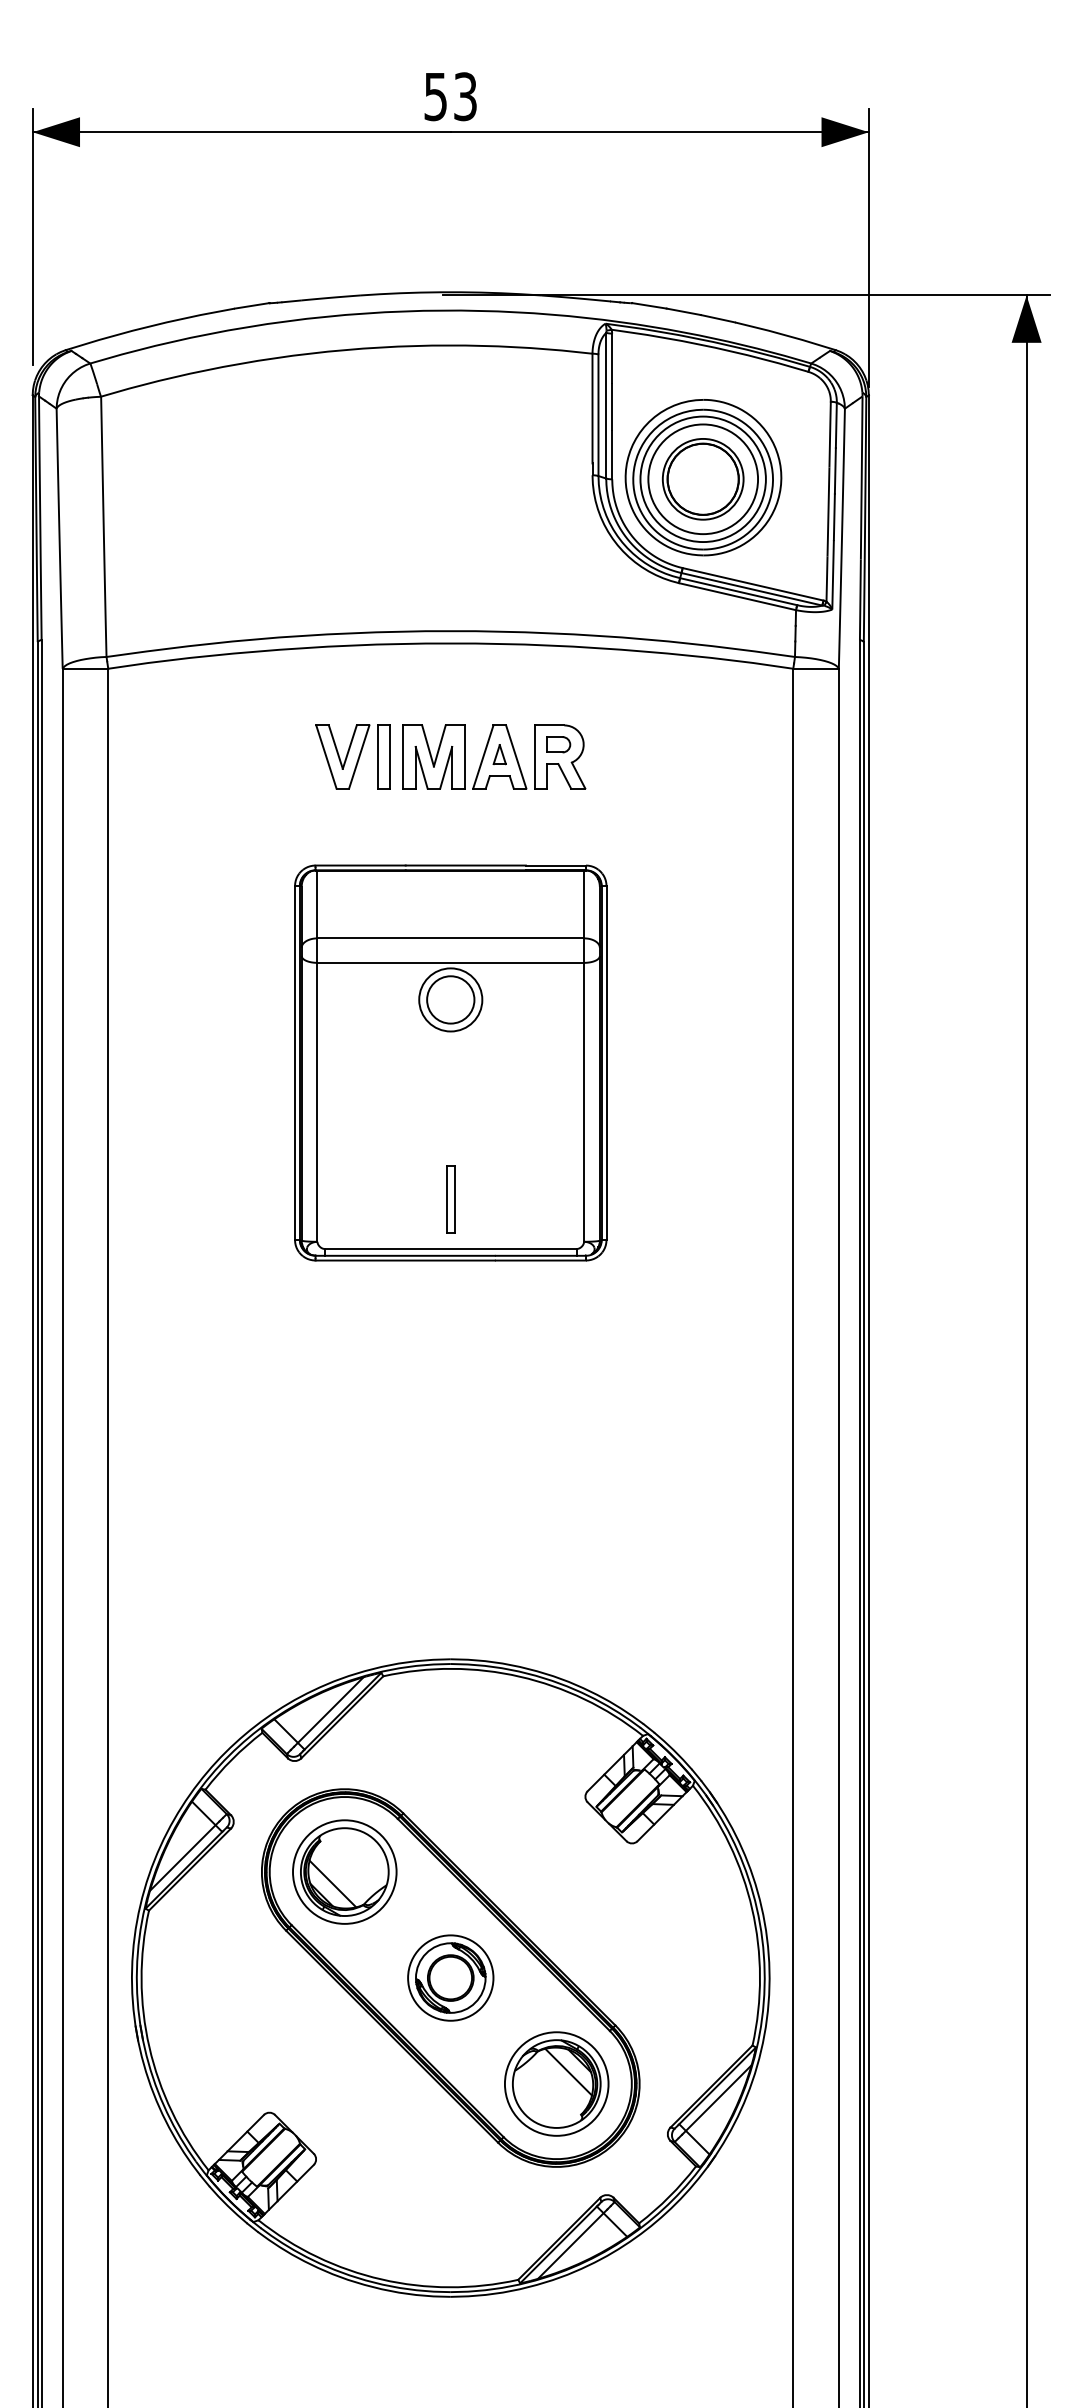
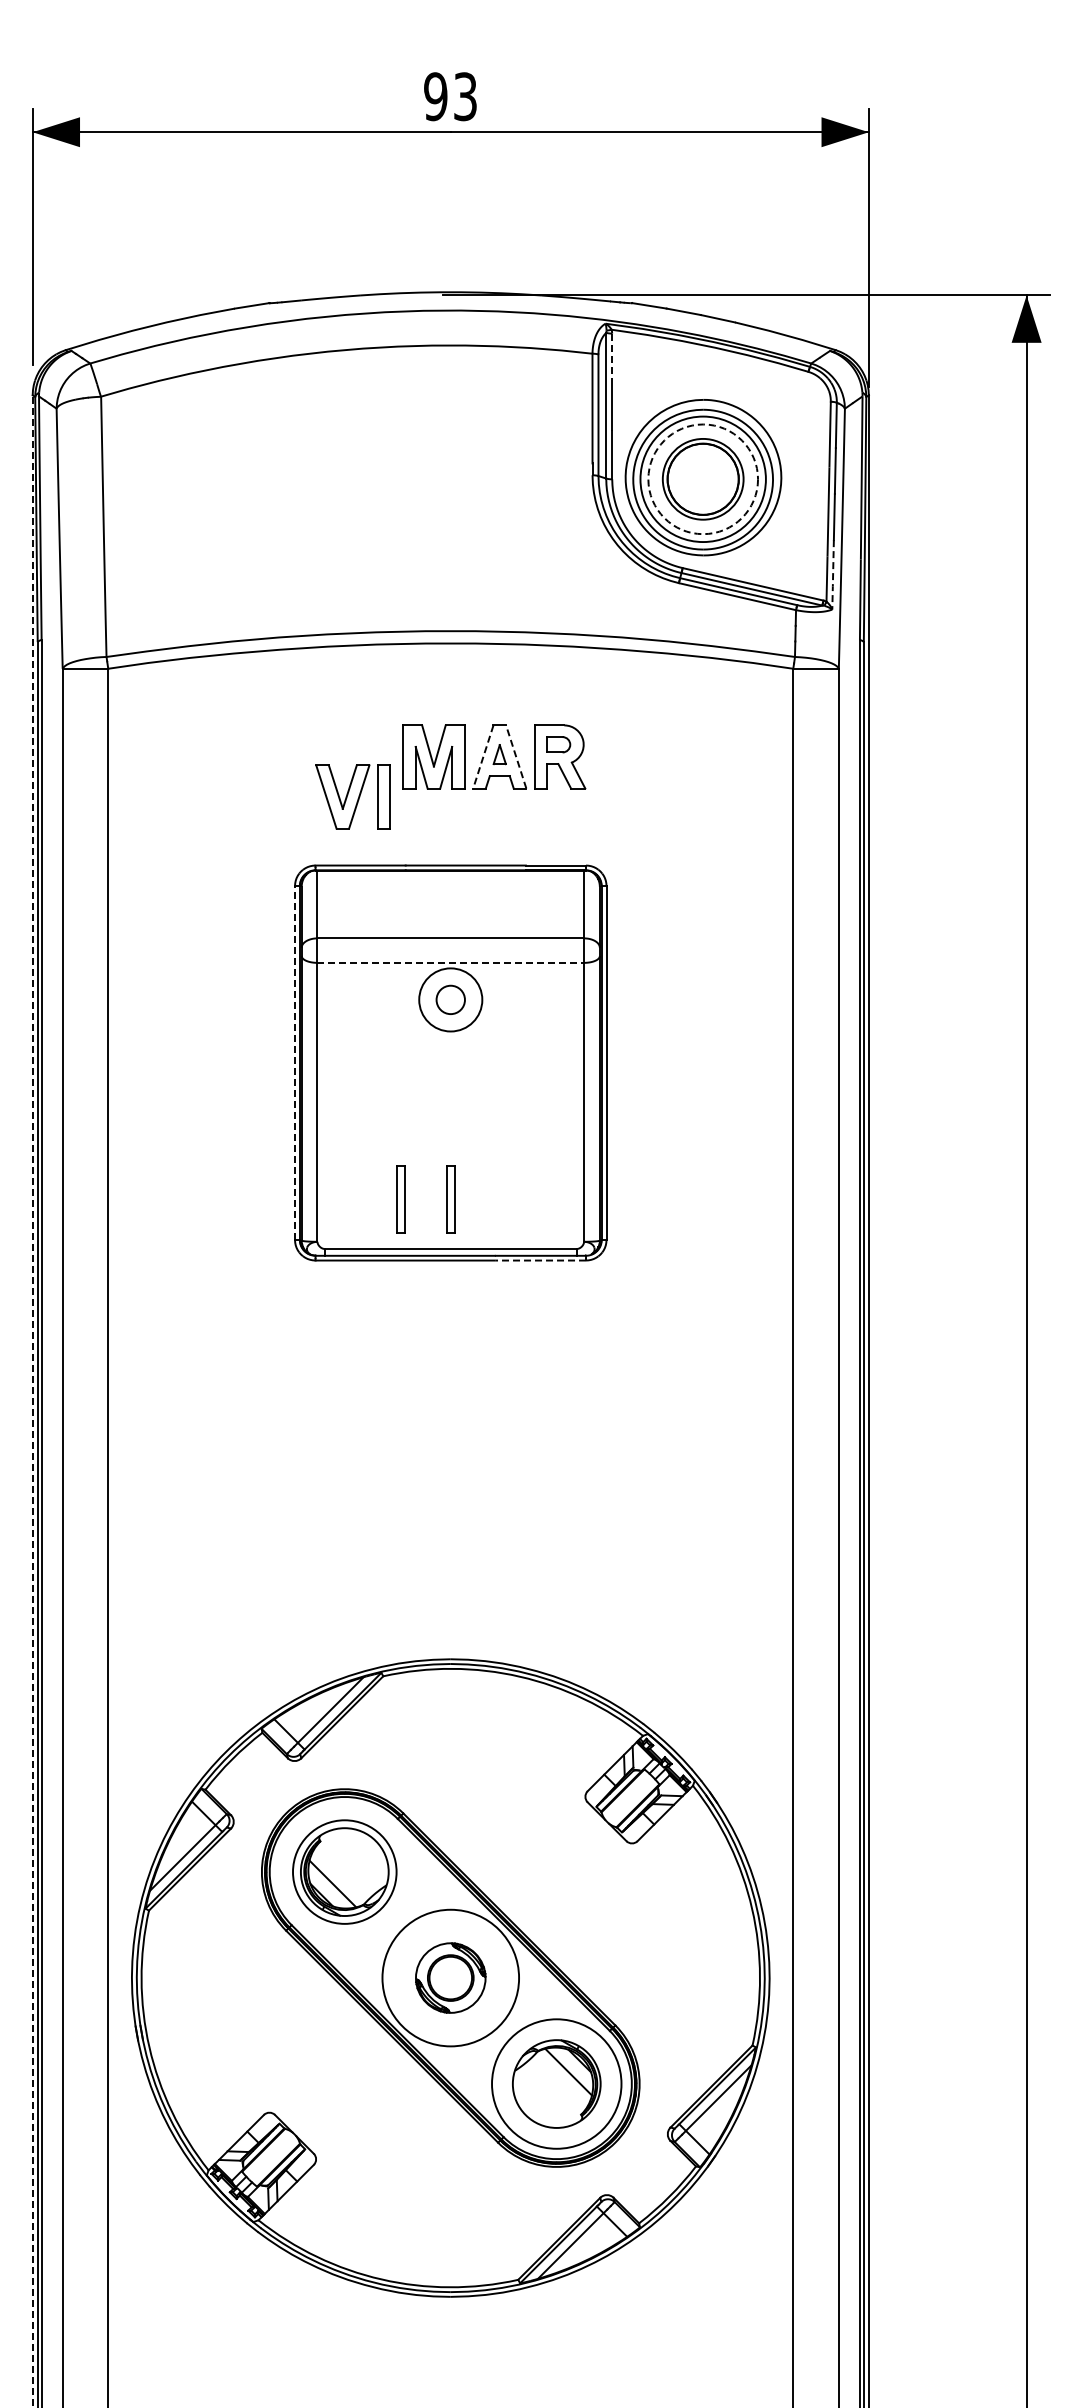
text at (435, 96): 53 -> 93
line at (612, 358): solid -> dashed
circle at (703, 479): solid -> dashed
line at (833, 575): solid -> dashed
part at (352, 756) position: (352, 756) -> (352, 796)
line at (516, 756): solid -> dashed
line at (483, 757): solid -> dashed
line at (451, 962): solid -> dashed
circle at (450, 999) diameter: 47 px -> 28 px
line at (295, 1063): solid -> dashed
part at (400, 1199): none -> present
line at (540, 1260): solid -> dashed
line at (32, 1401): solid -> dashed
circle at (450, 1977) diameter: 85 px -> 137 px
circle at (556, 2083) diameter: 104 px -> 129 px
